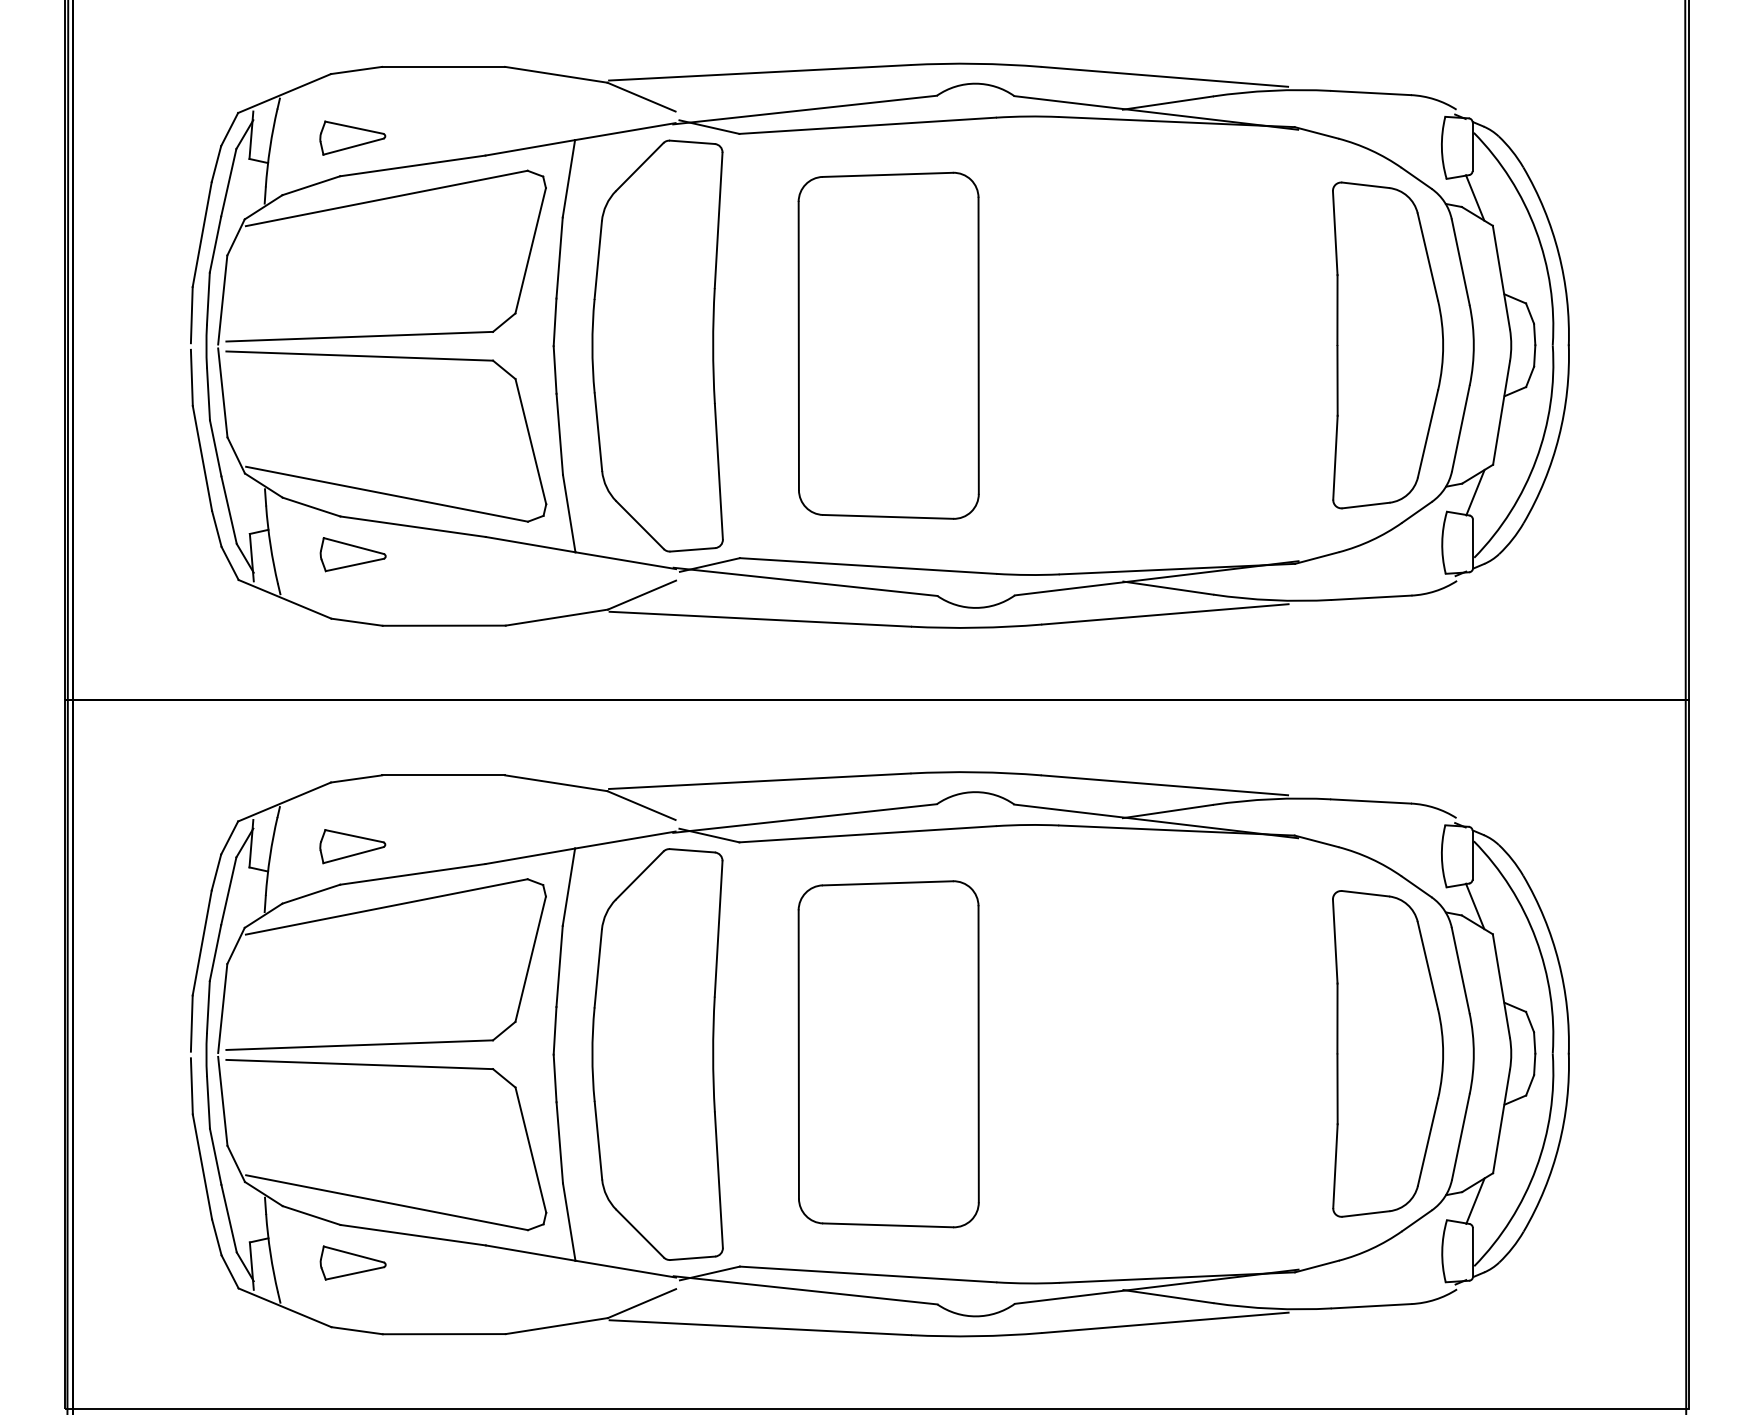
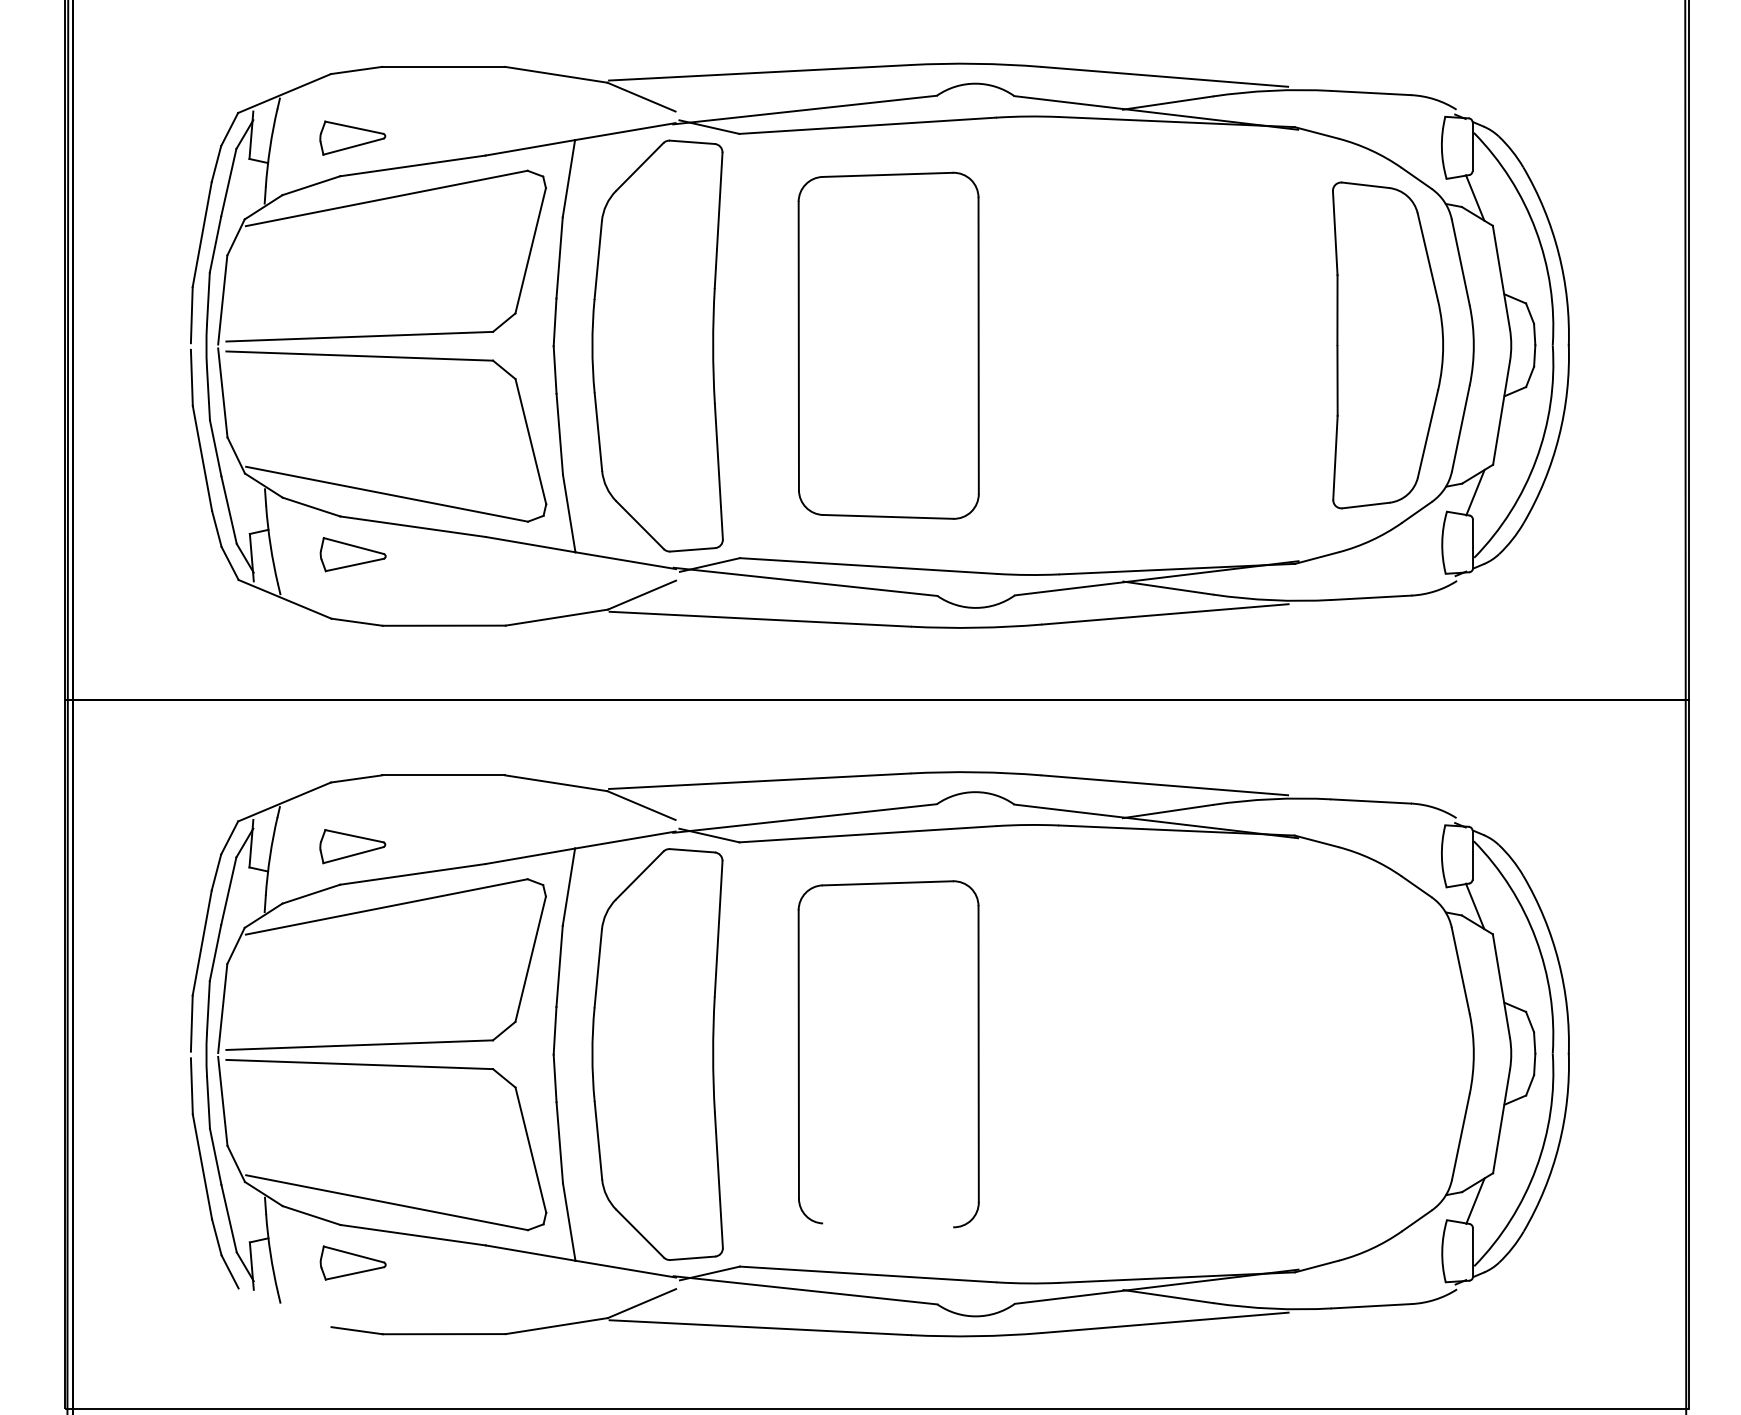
part at (1387, 1053): present -> none
line at (888, 1225): present -> none
line at (284, 1307): present -> none
